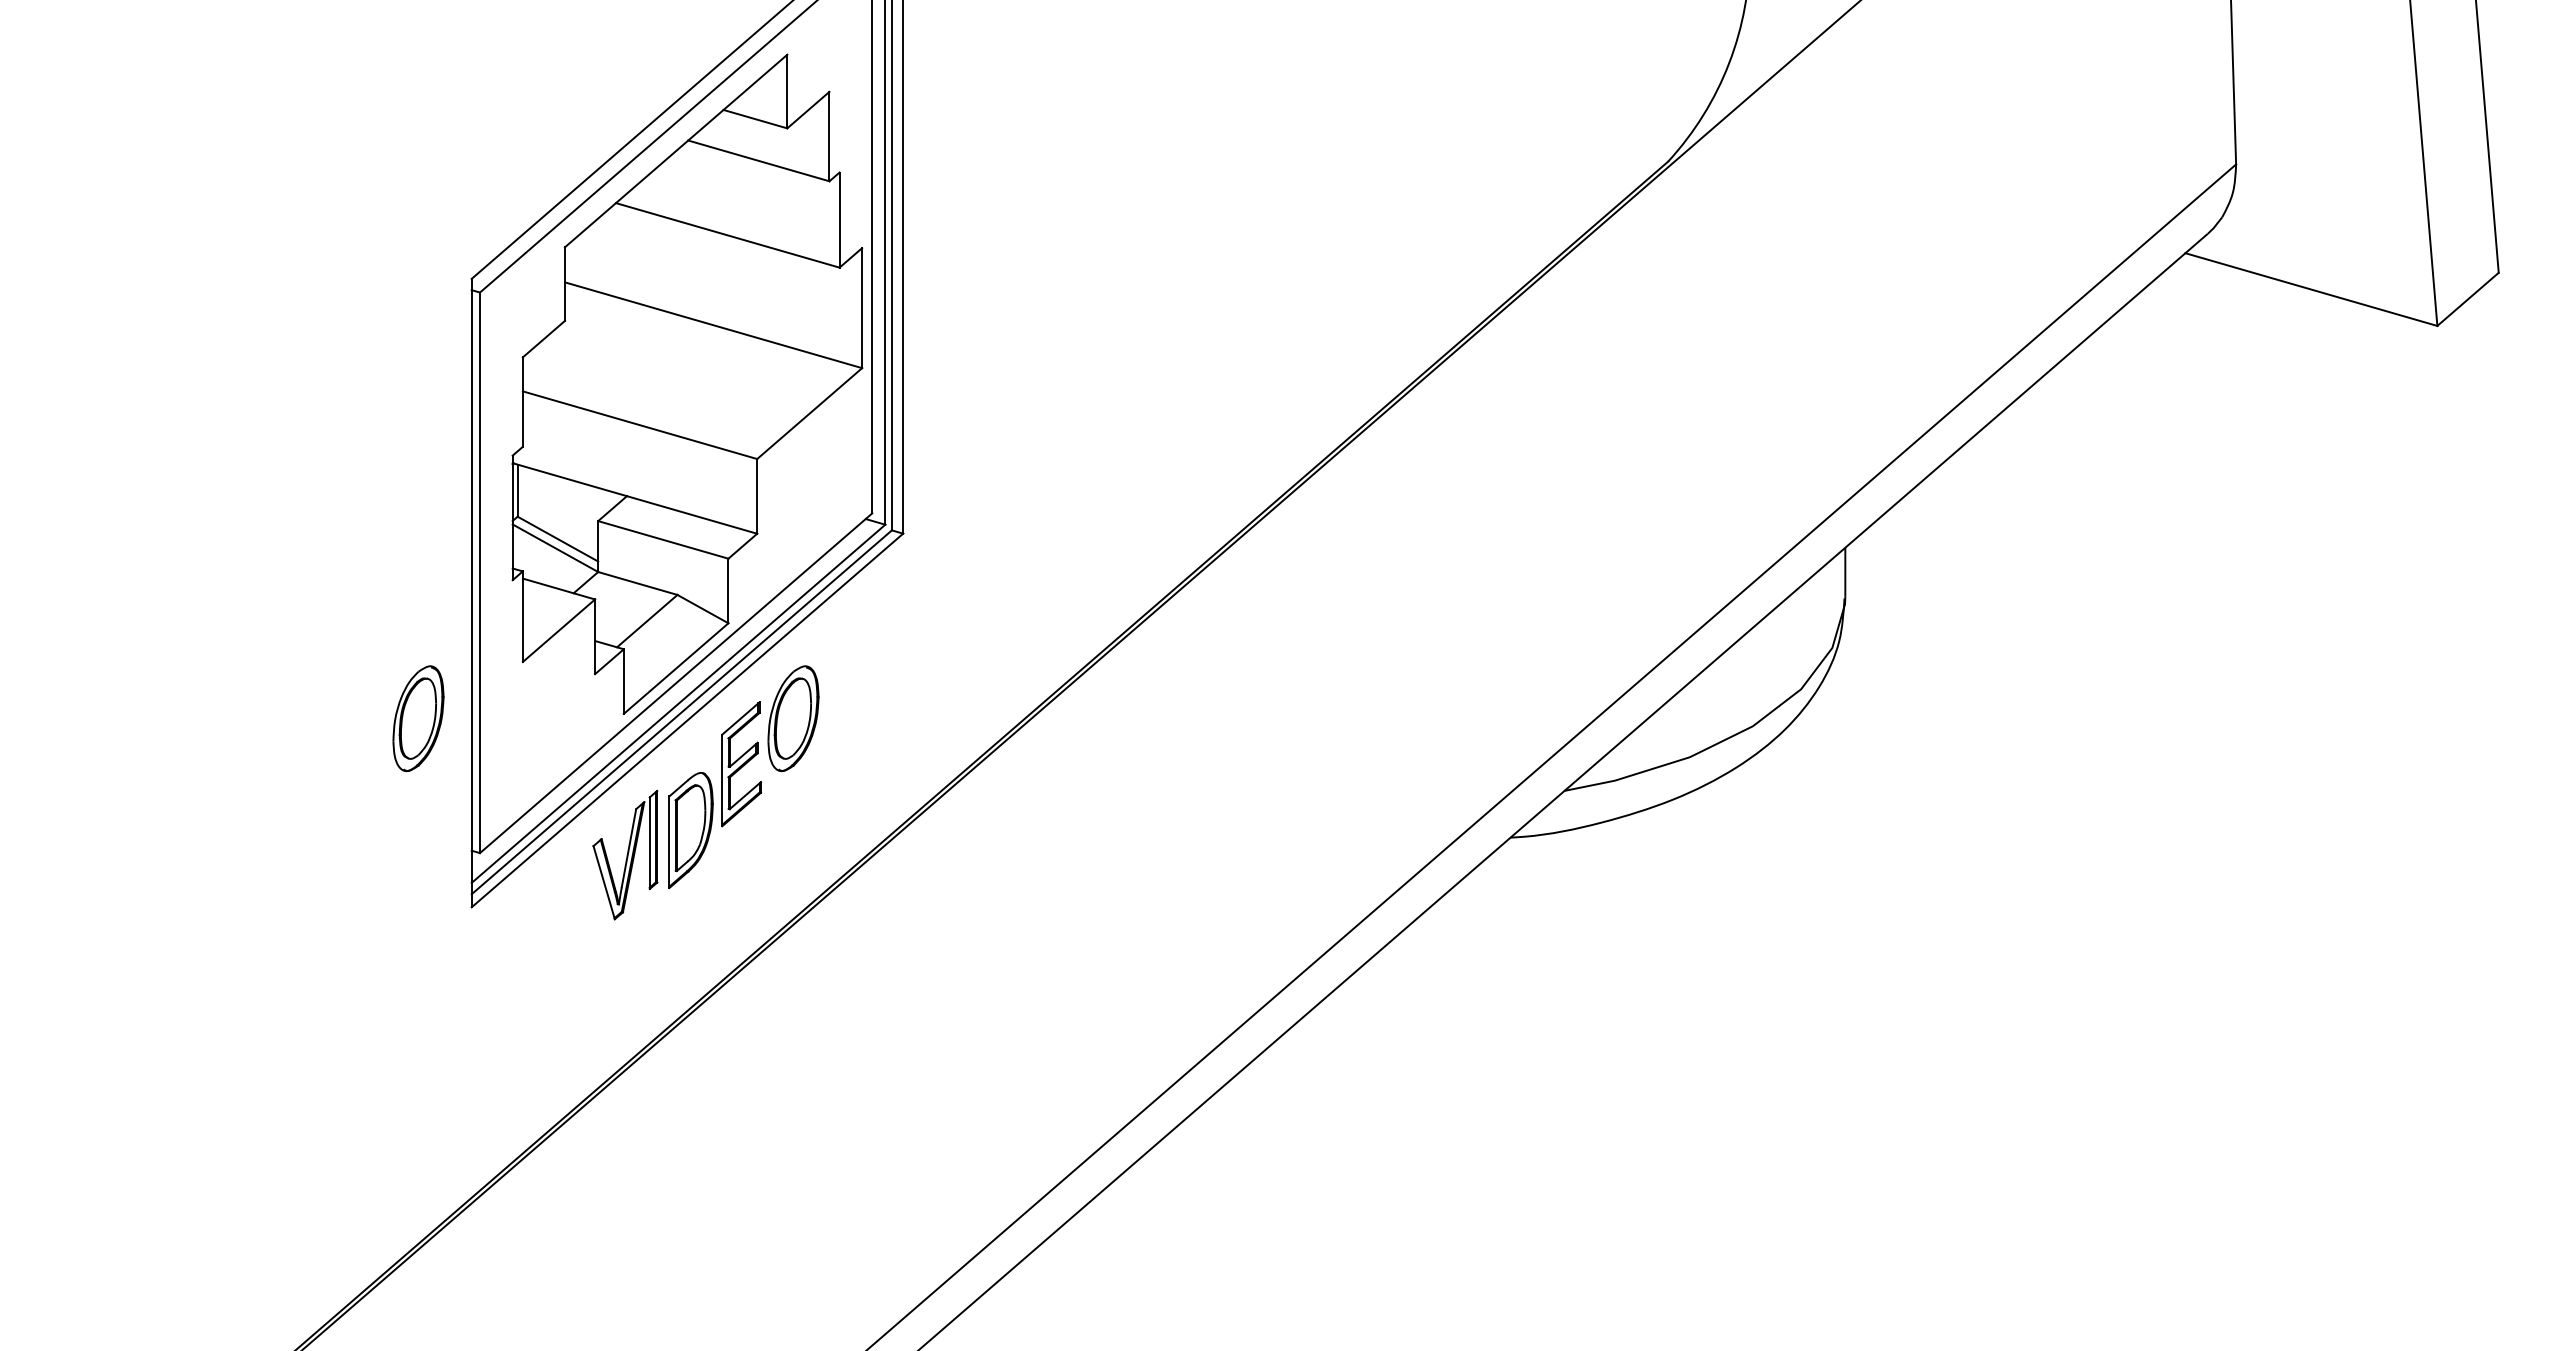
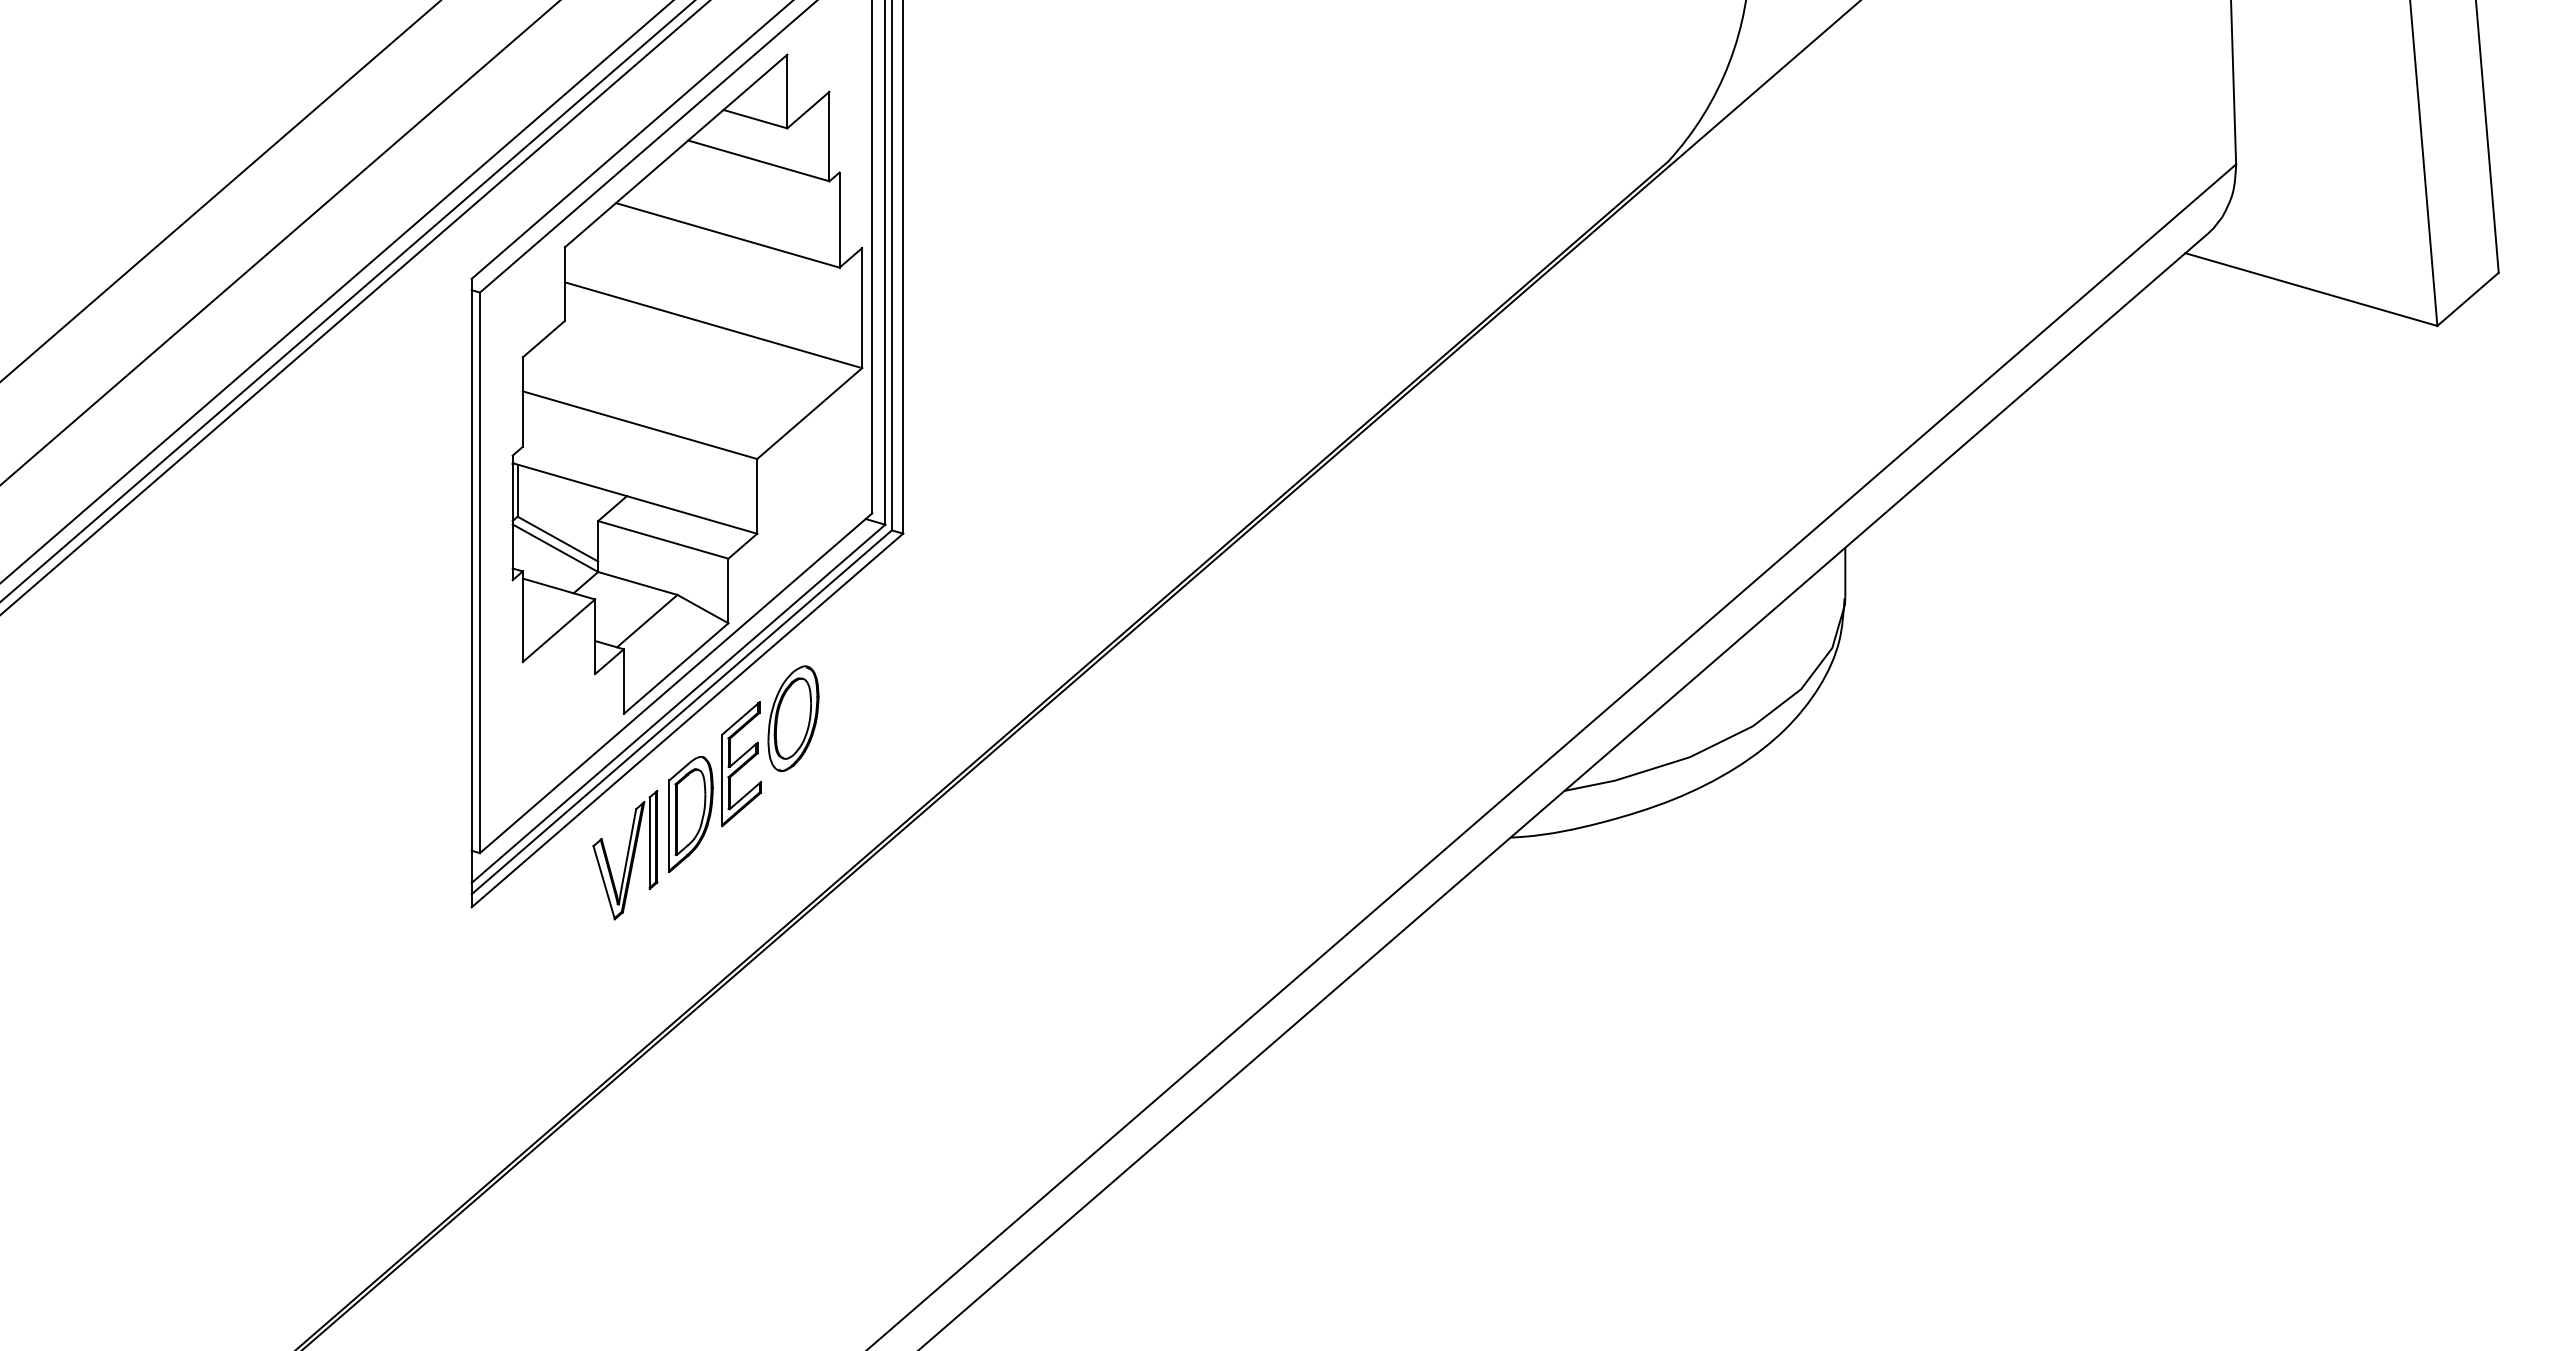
line at (220, 191): none -> present
line at (279, 242): none -> present
line at (336, 291): none -> present
line at (347, 301): none -> present
line at (354, 307): none -> present
part at (418, 718): present -> none
part at (690, 830) position: (690, 830) -> (690, 814)
